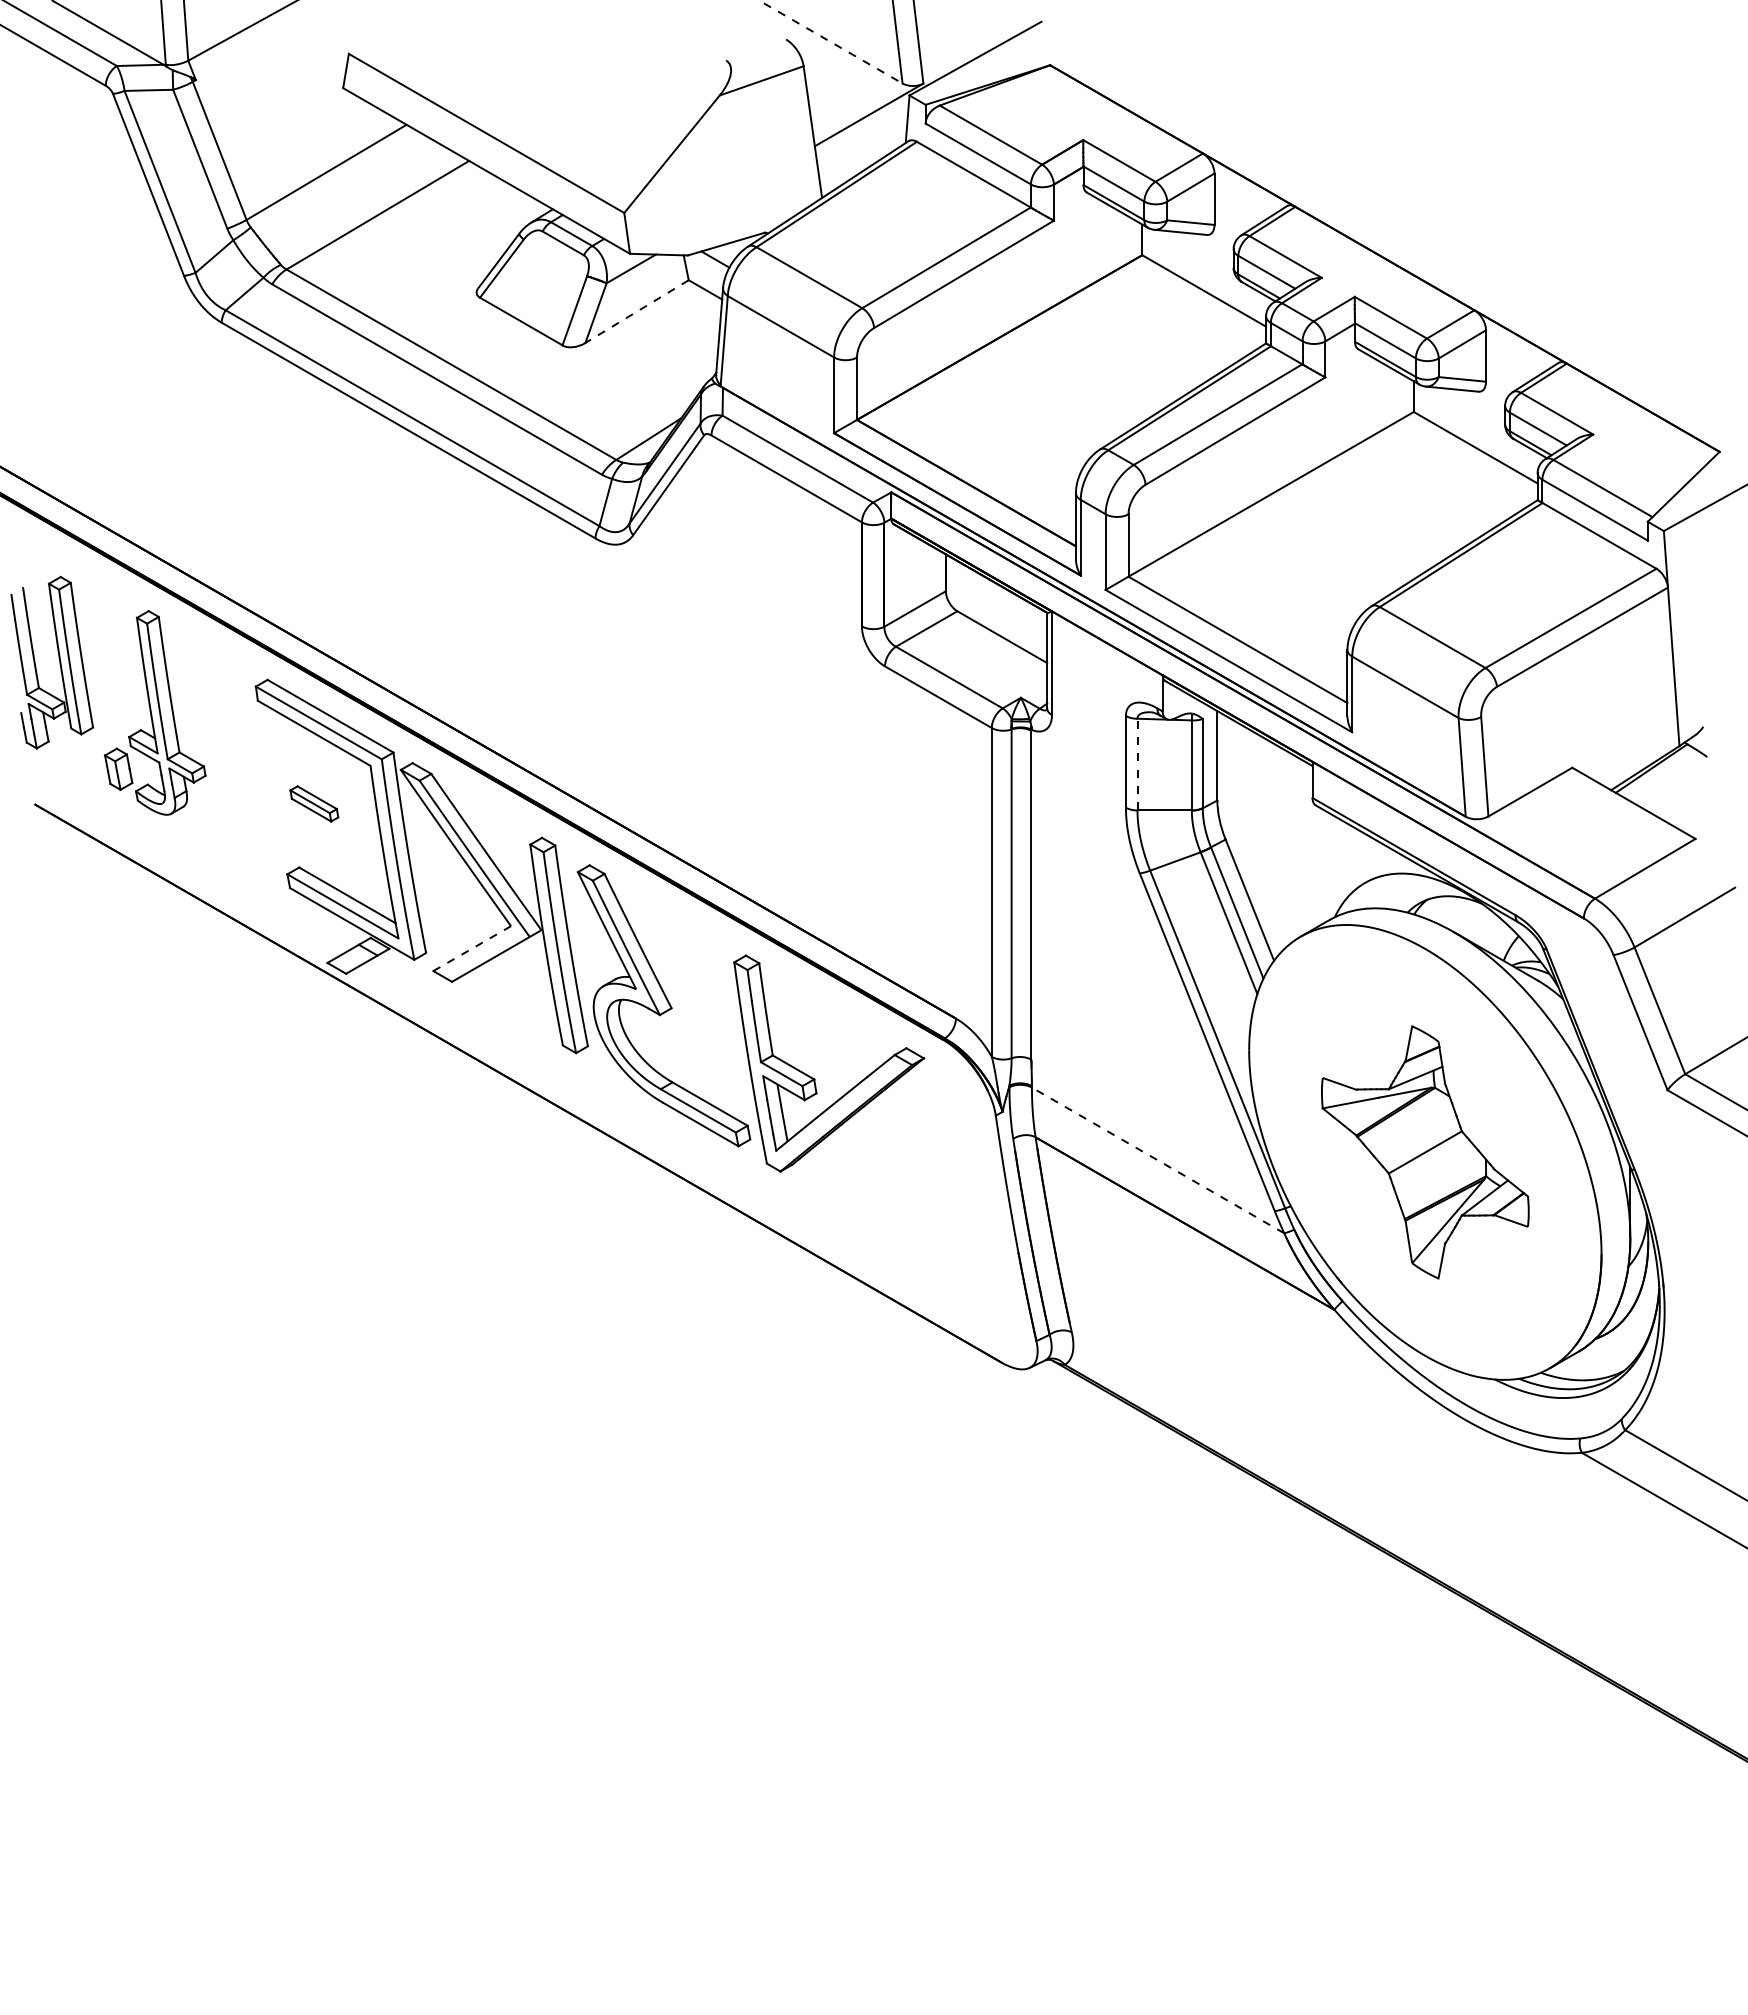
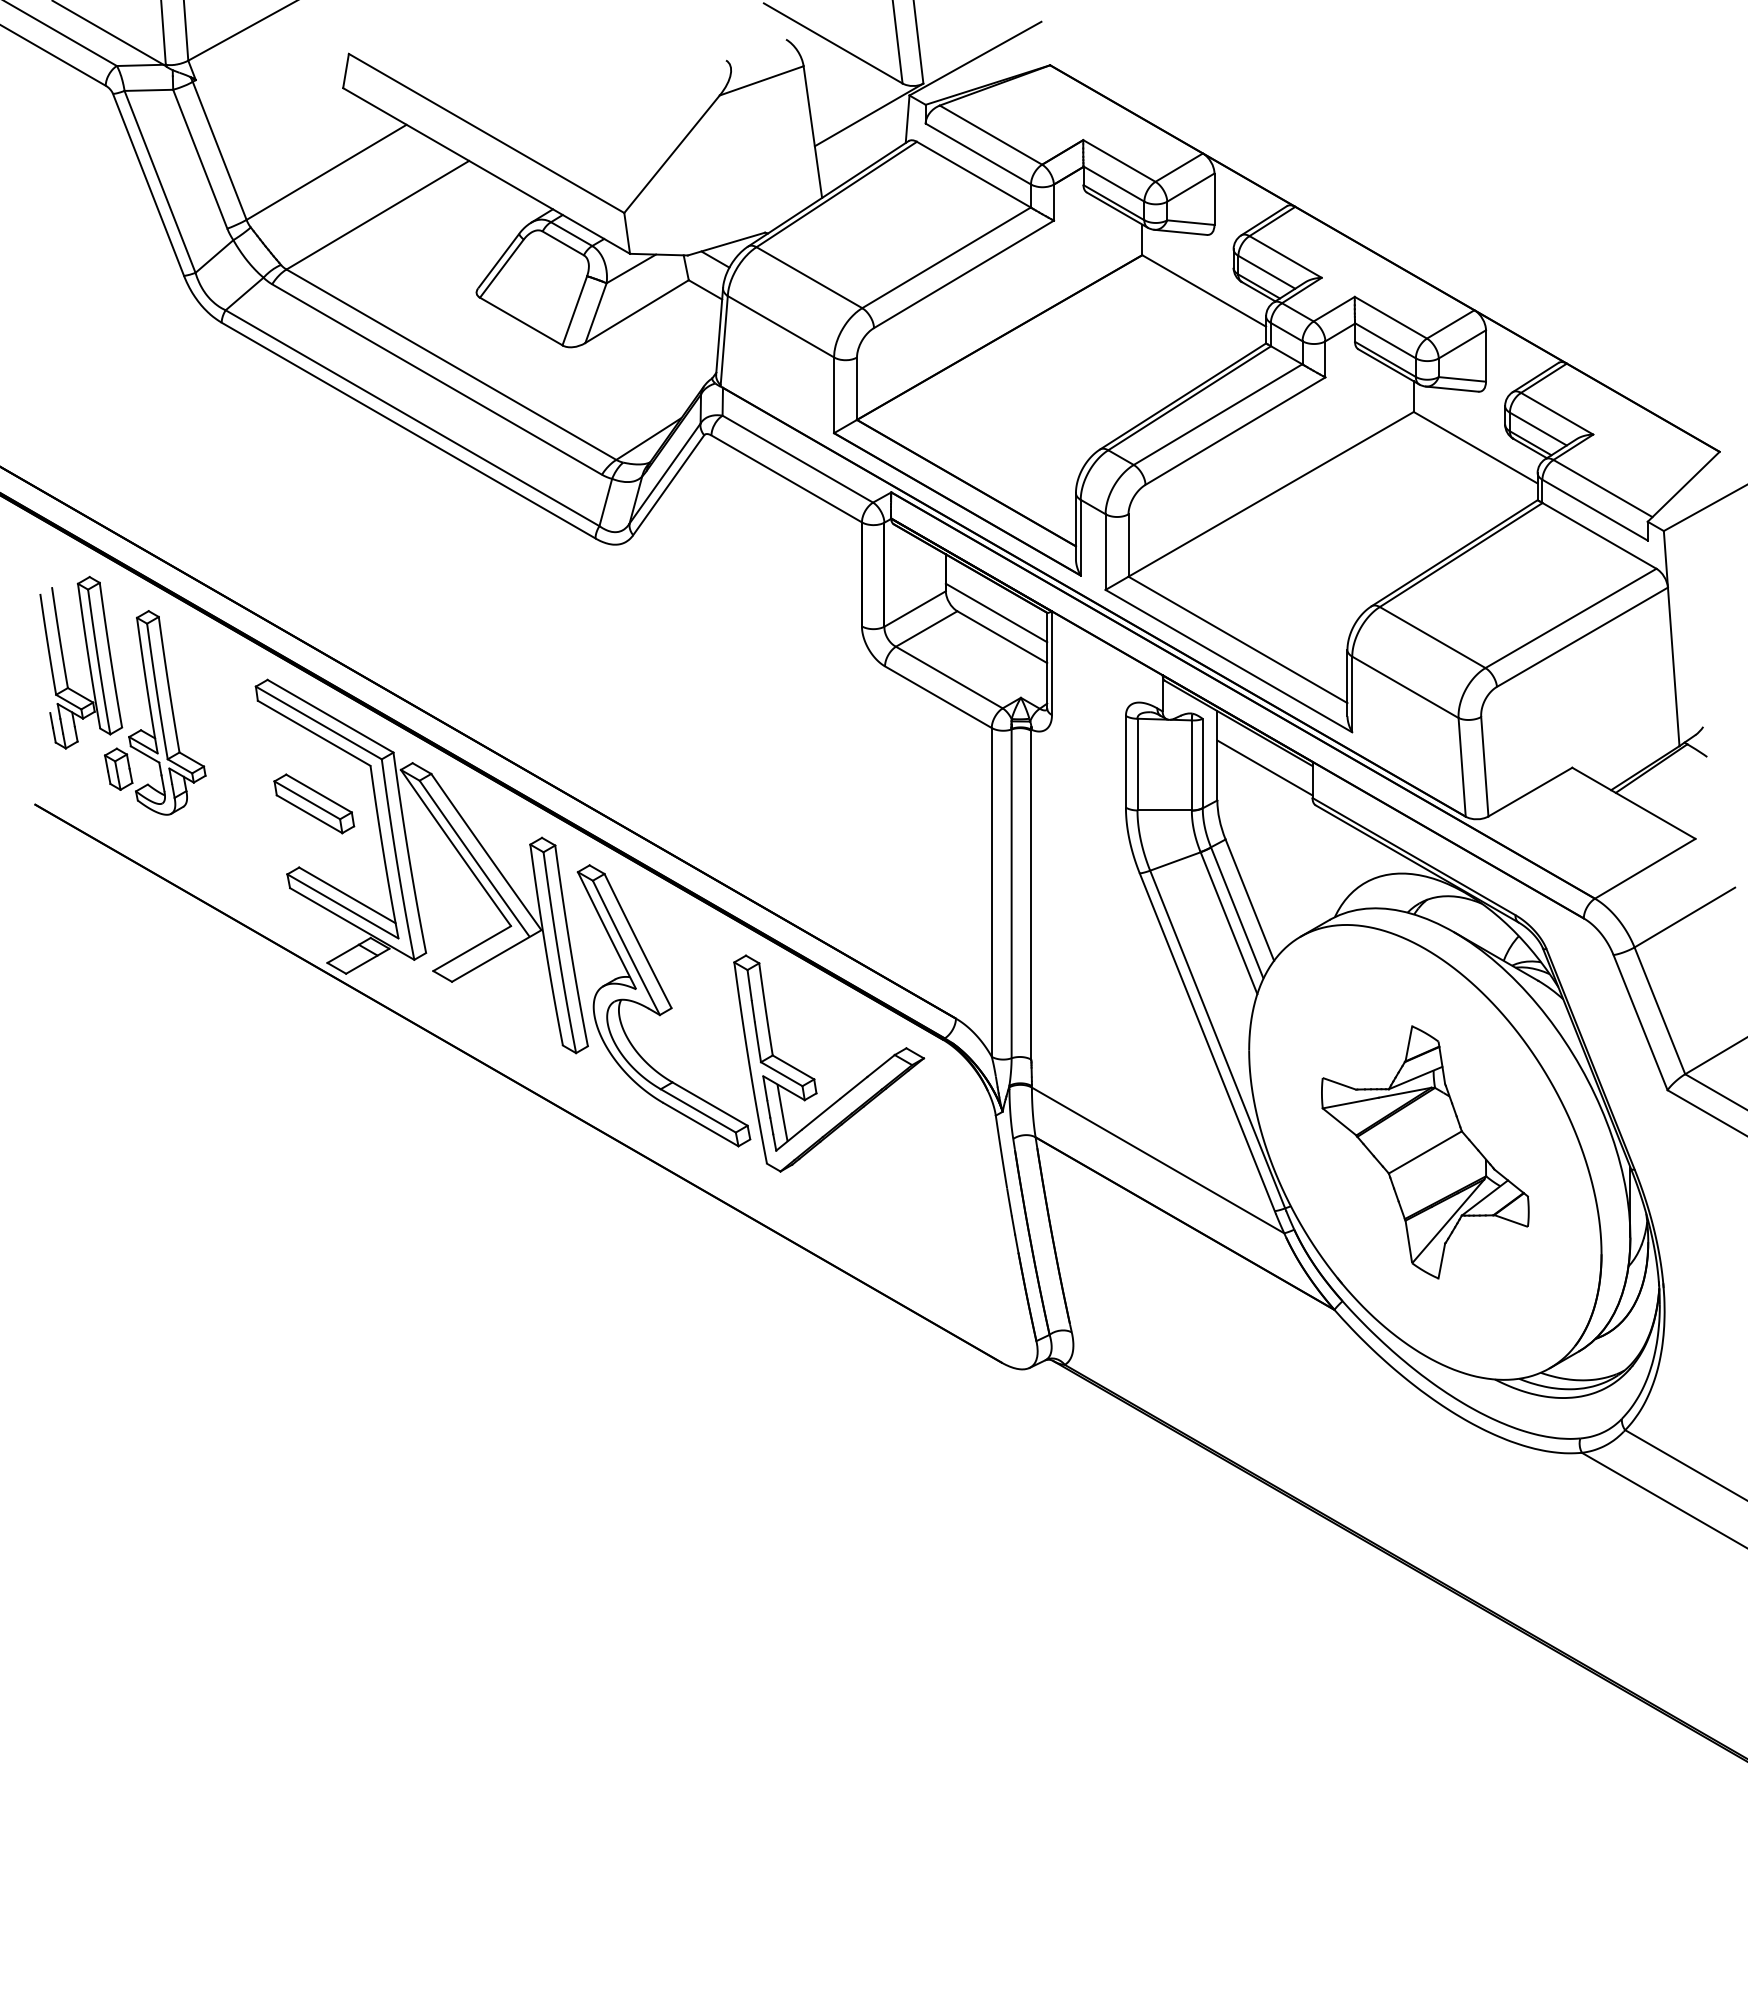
line at (833, 43): dashed -> solid
line at (636, 311): dashed -> solid
line at (996, 612): none -> present
part at (59, 662) position: (59, 662) -> (88, 662)
line at (1137, 764): dashed -> solid
line at (1264, 767): none -> present
part at (314, 803) size: 51x38 px -> 83x62 px
line at (472, 948): dashed -> solid
line at (1158, 1160): dashed -> solid
